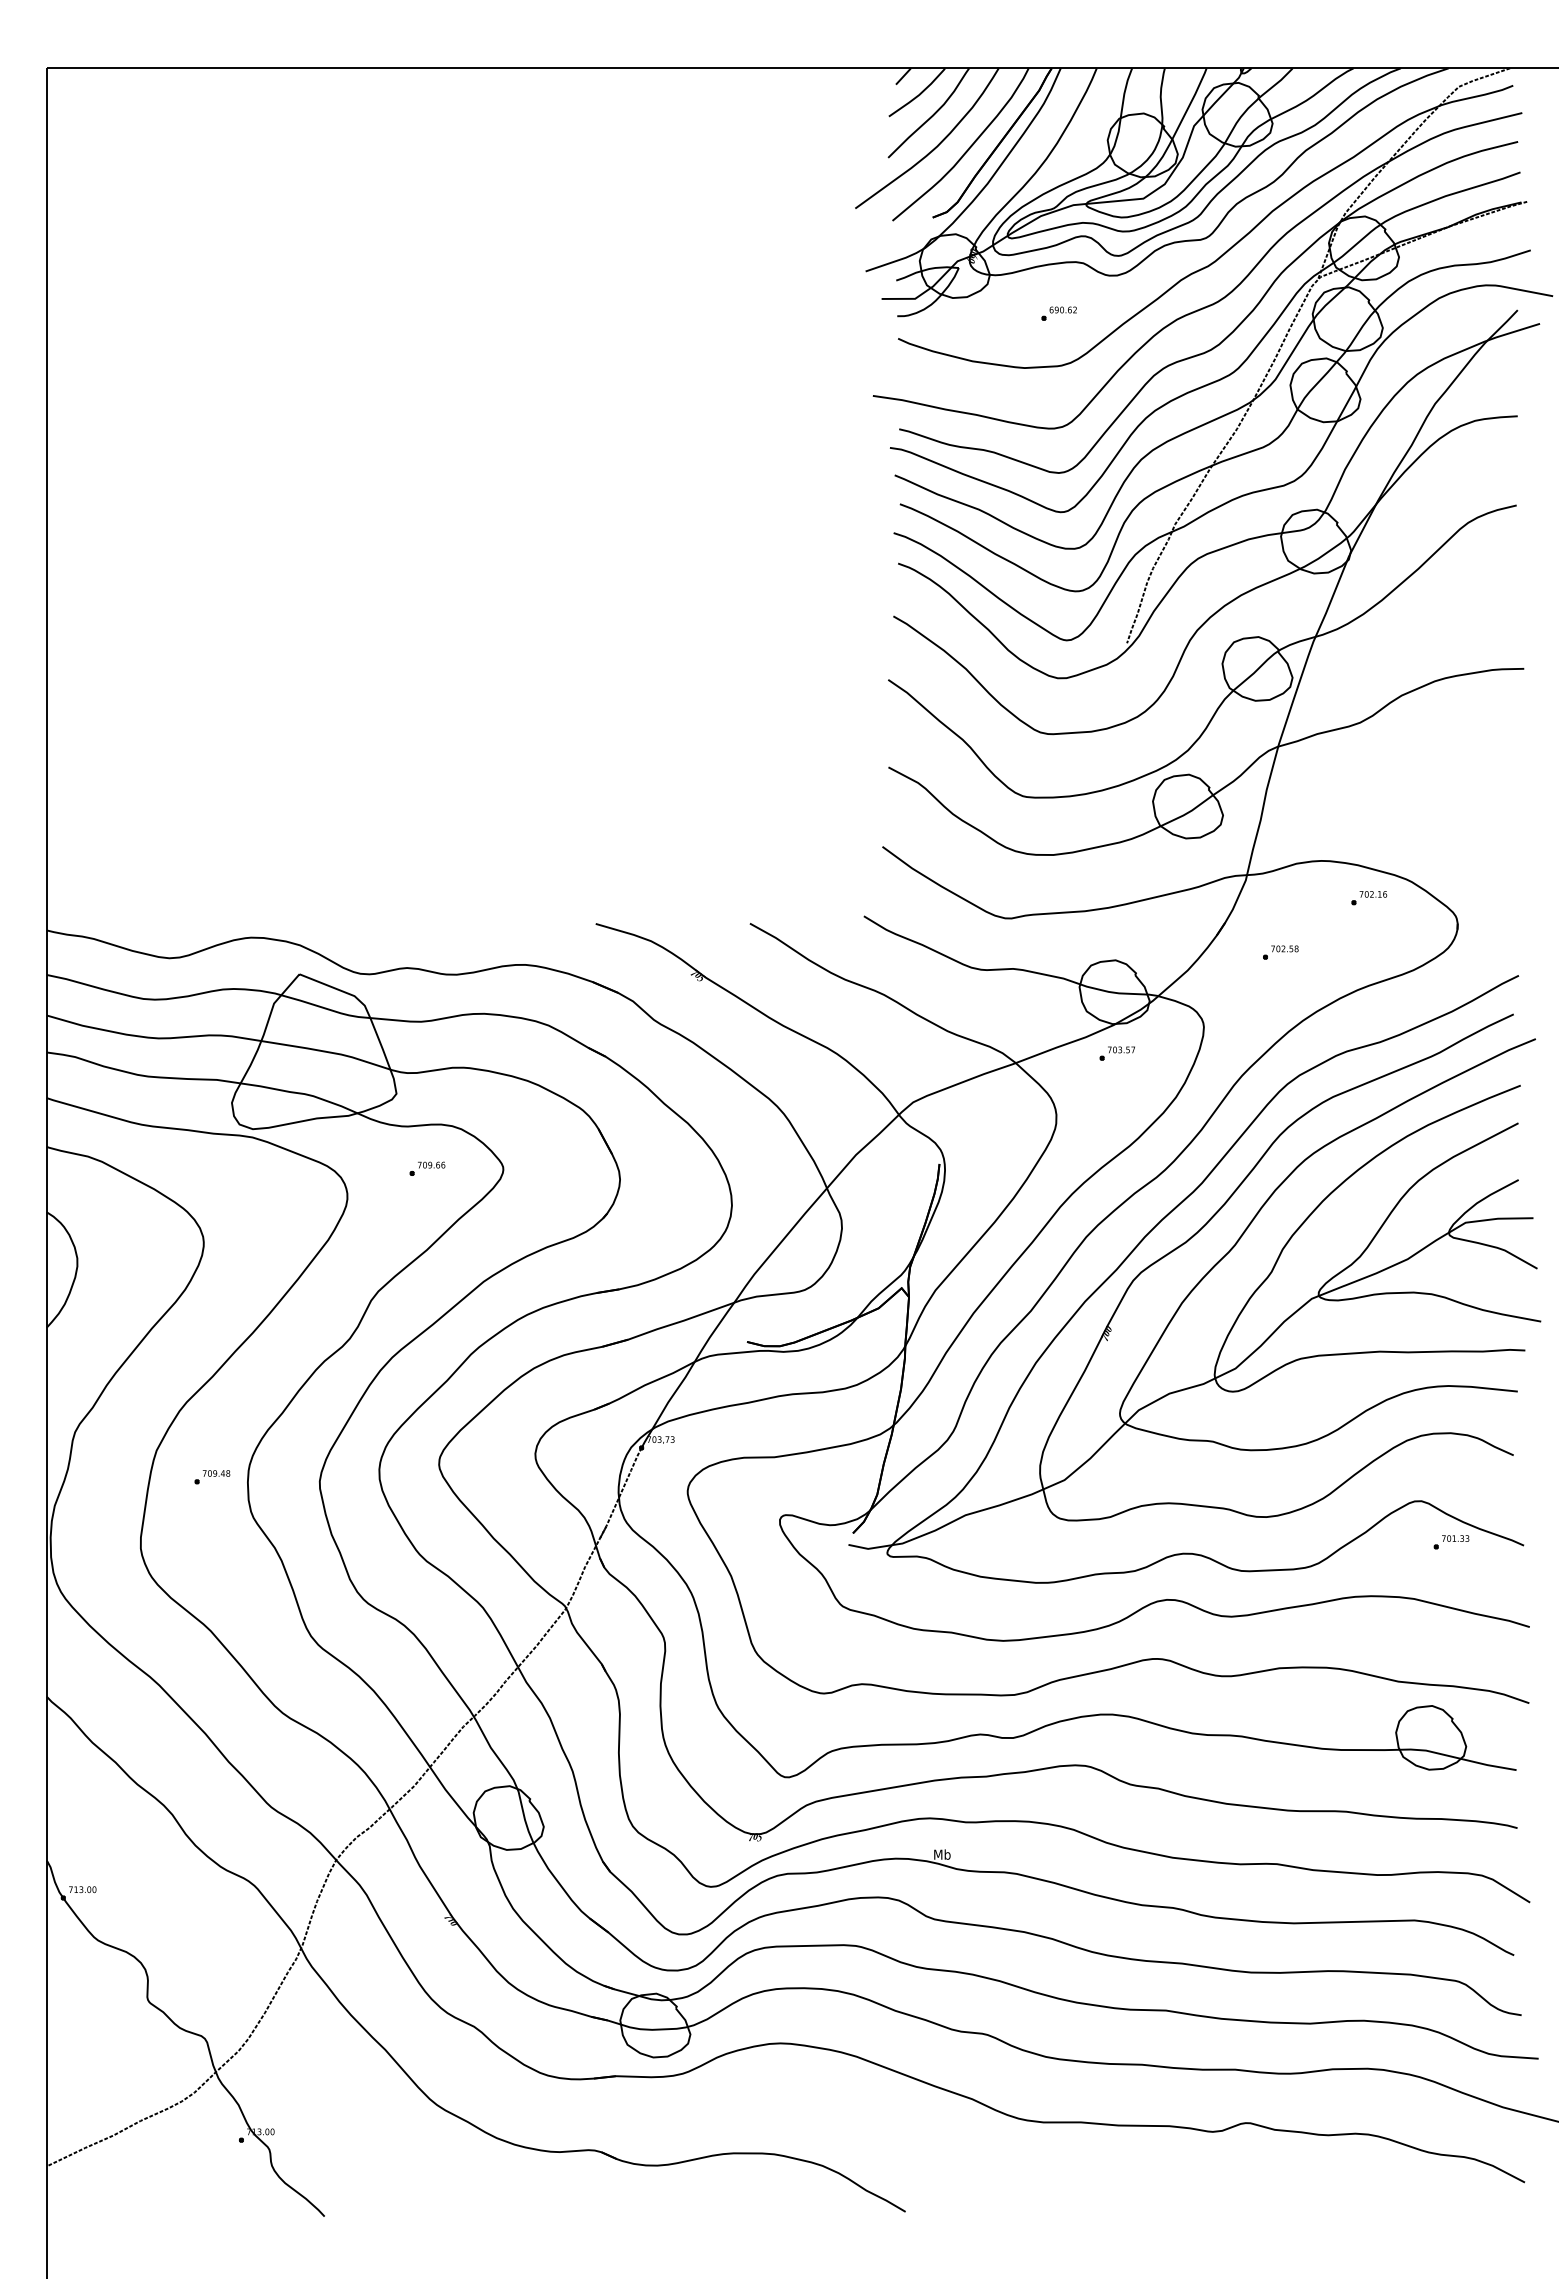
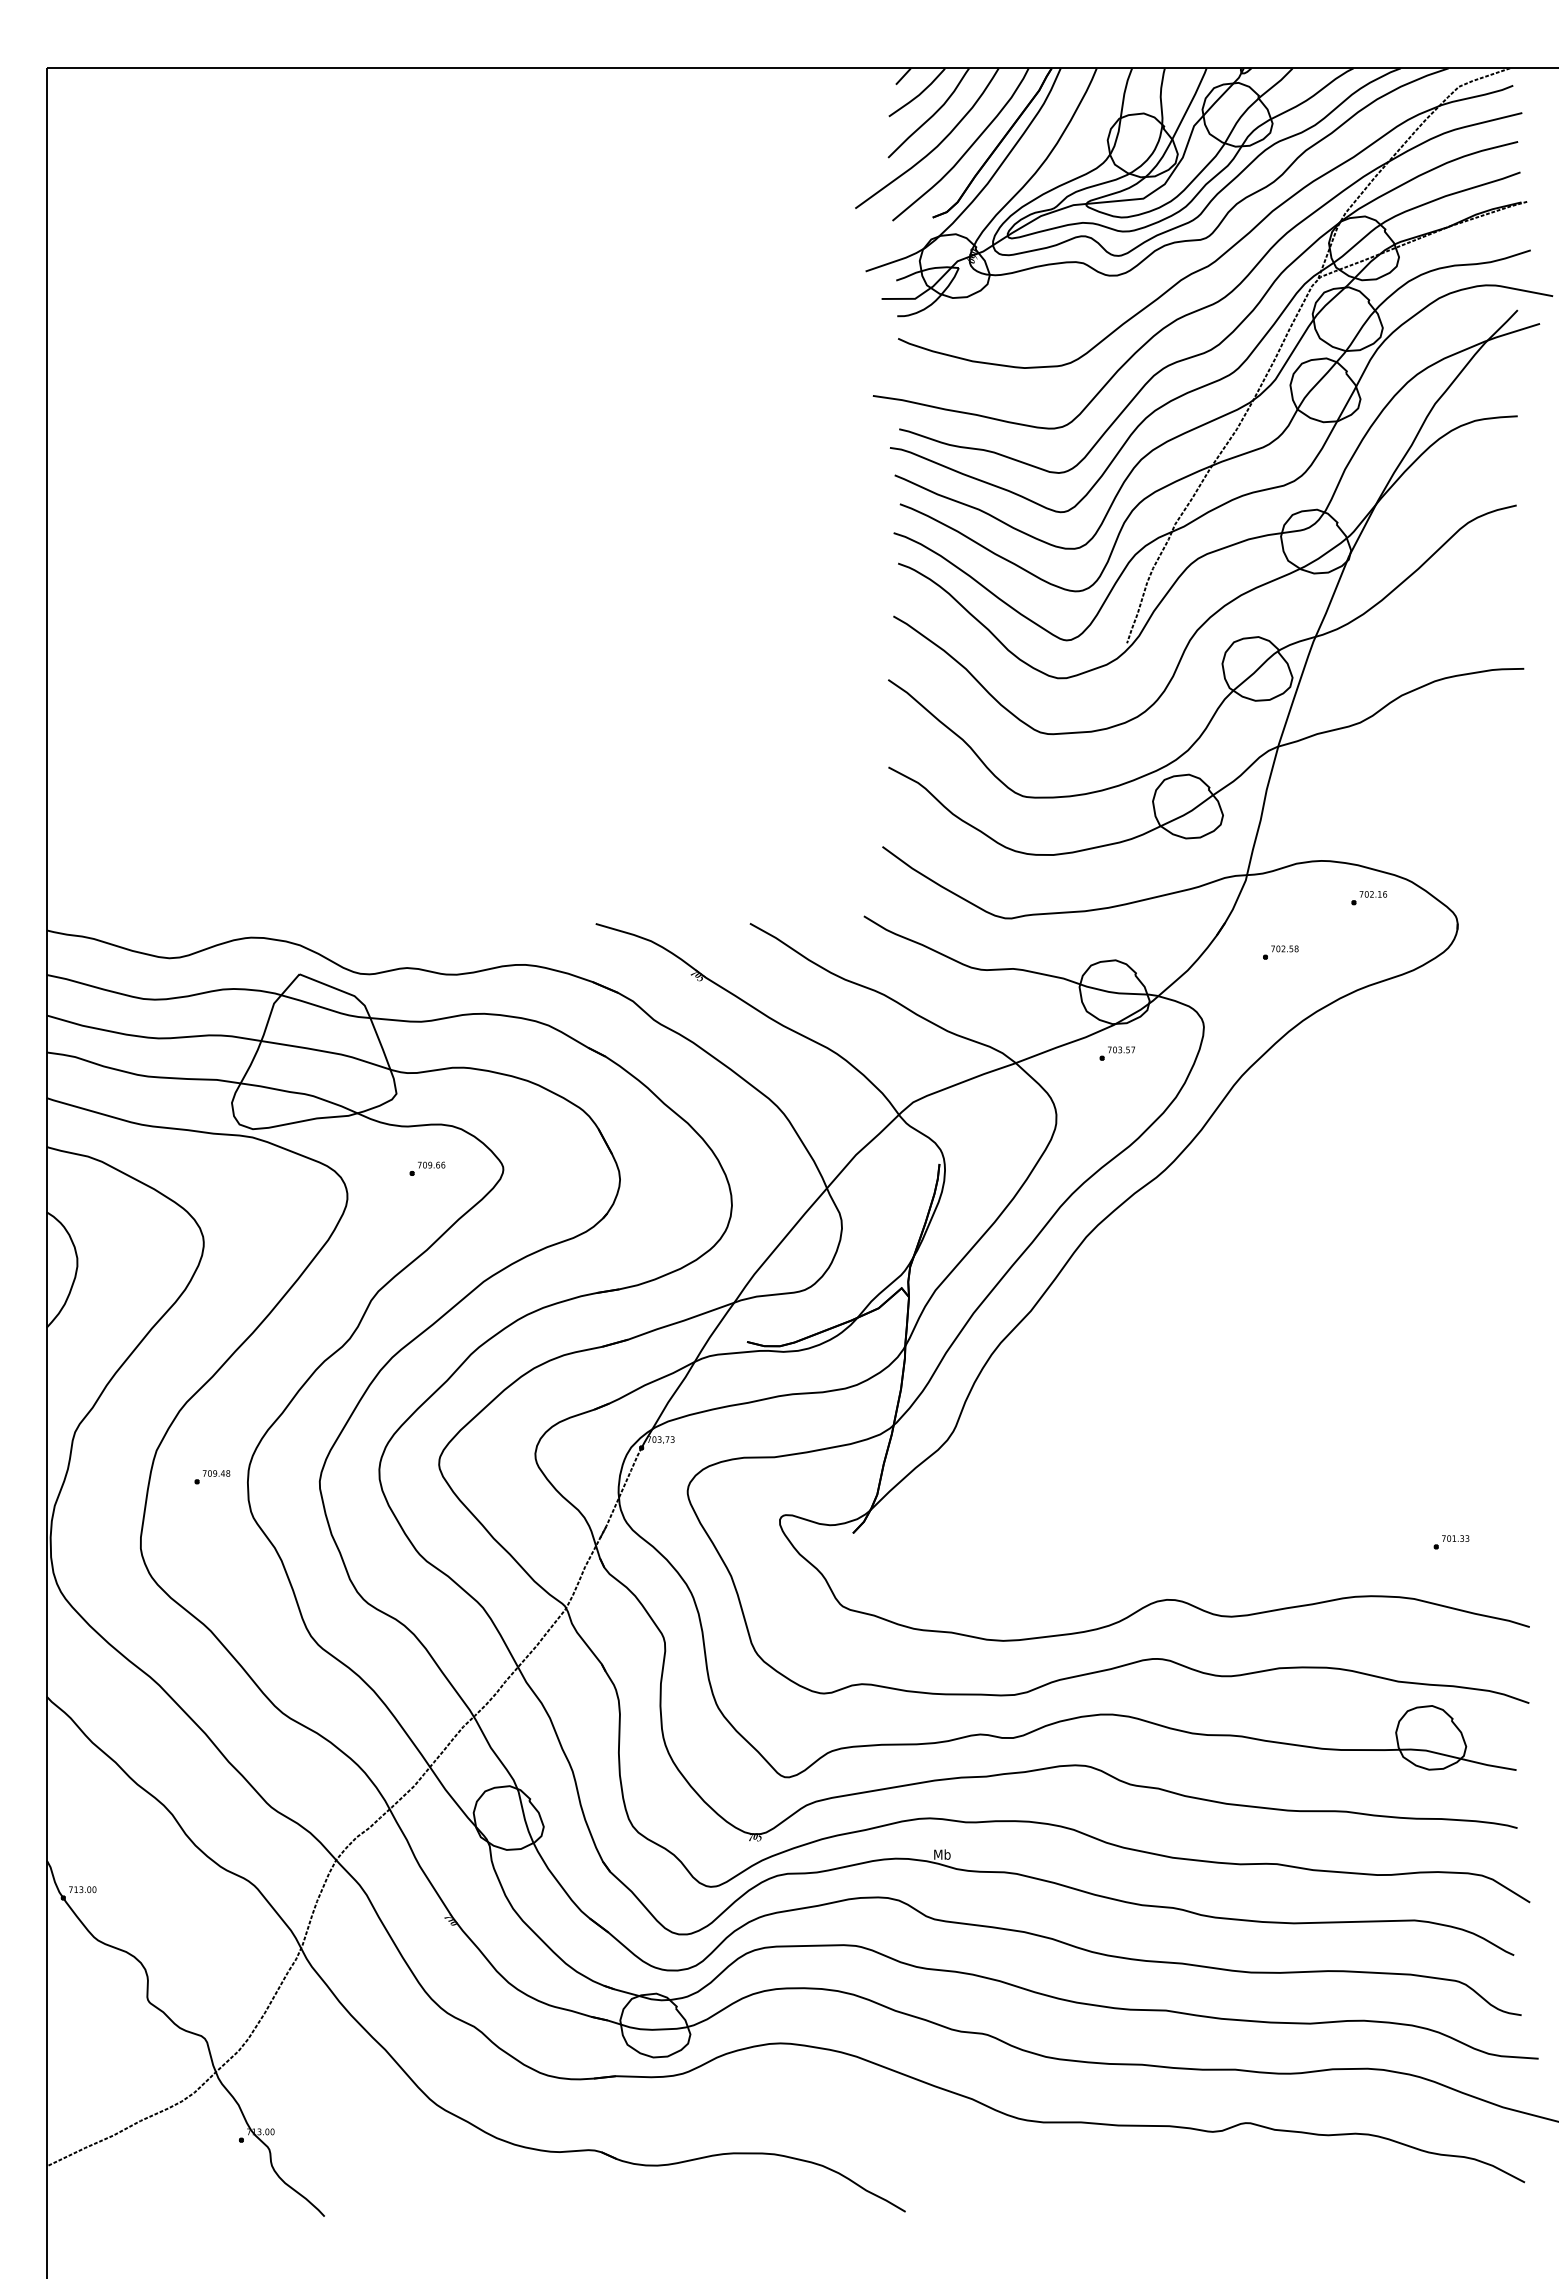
part at (1058, 313): present -> none
part at (1194, 1279): present -> none
